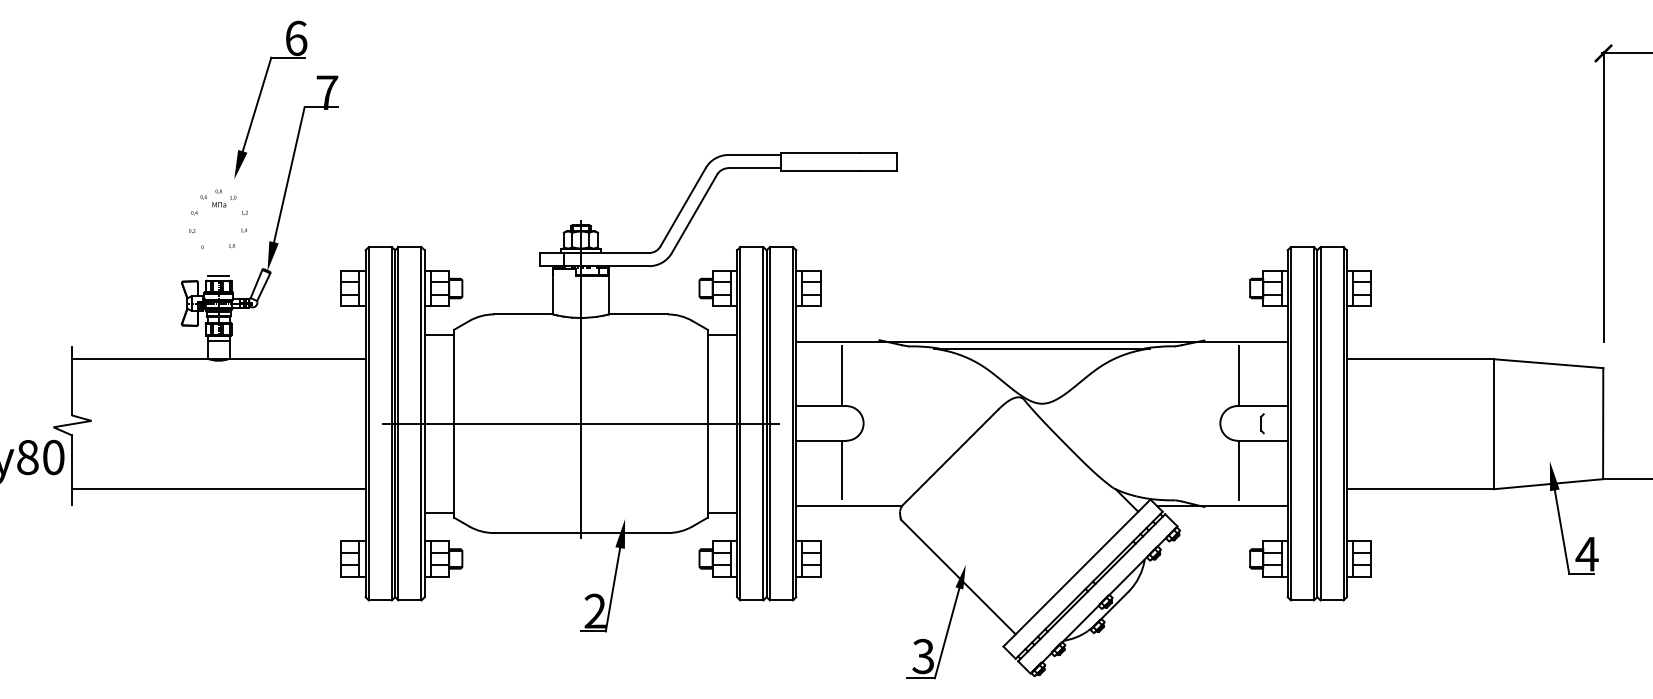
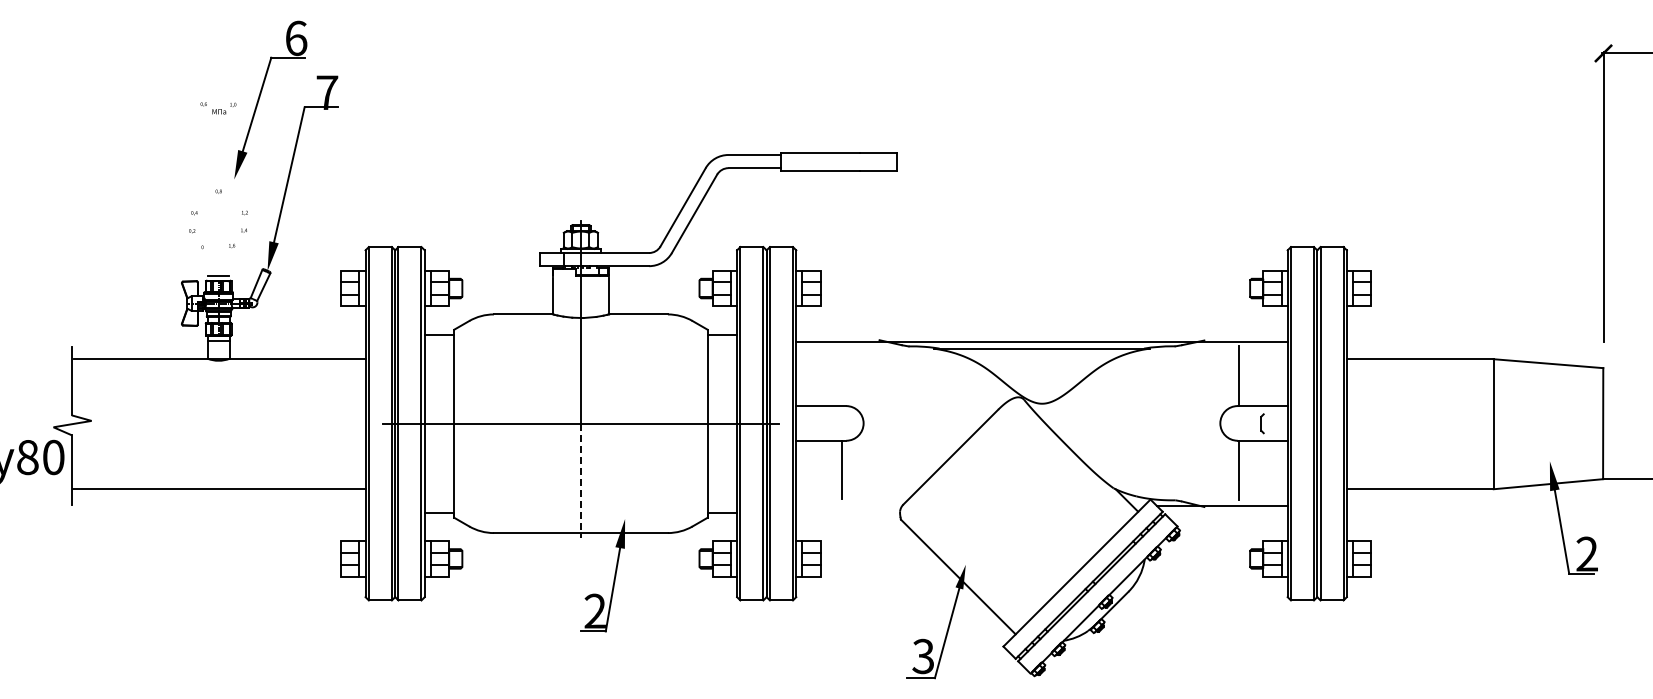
text at (218, 201) position: (218, 201) -> (218, 108)
line at (842, 376): present -> none
line at (580, 481): solid -> dashed
line at (849, 505): present -> none
text at (1586, 553): 4 -> 2
